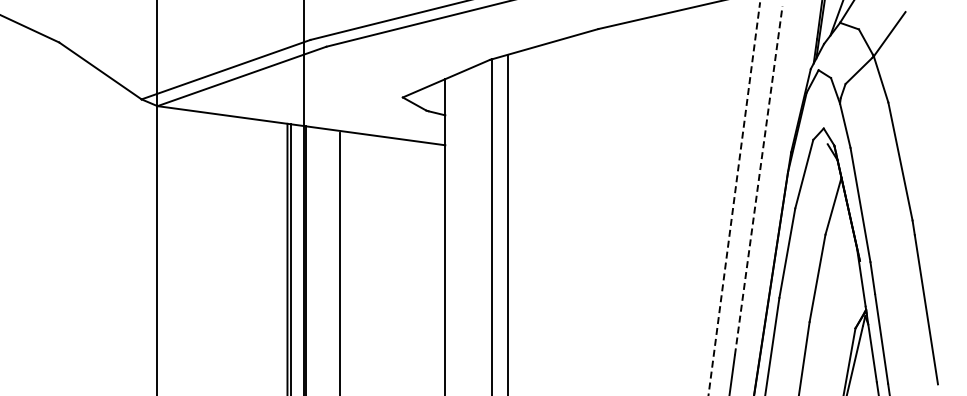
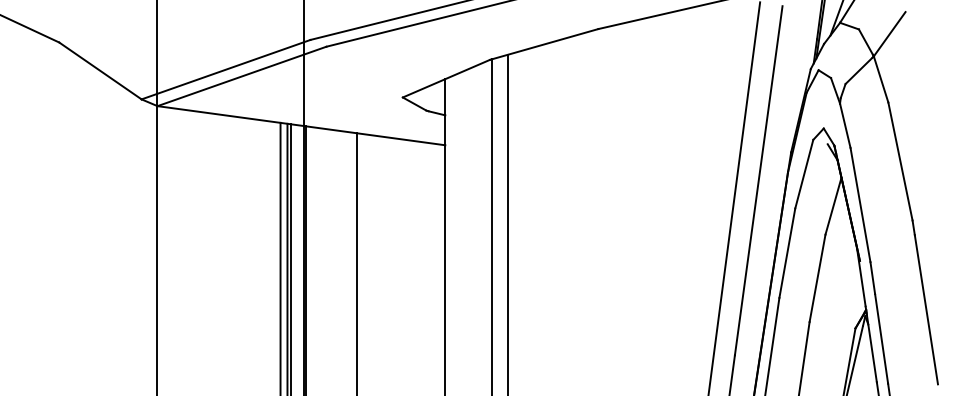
line at (758, 180): dashed -> solid
line at (734, 198): dashed -> solid
line at (280, 257): none -> present
line at (339, 262) position: (339, 262) -> (356, 262)
